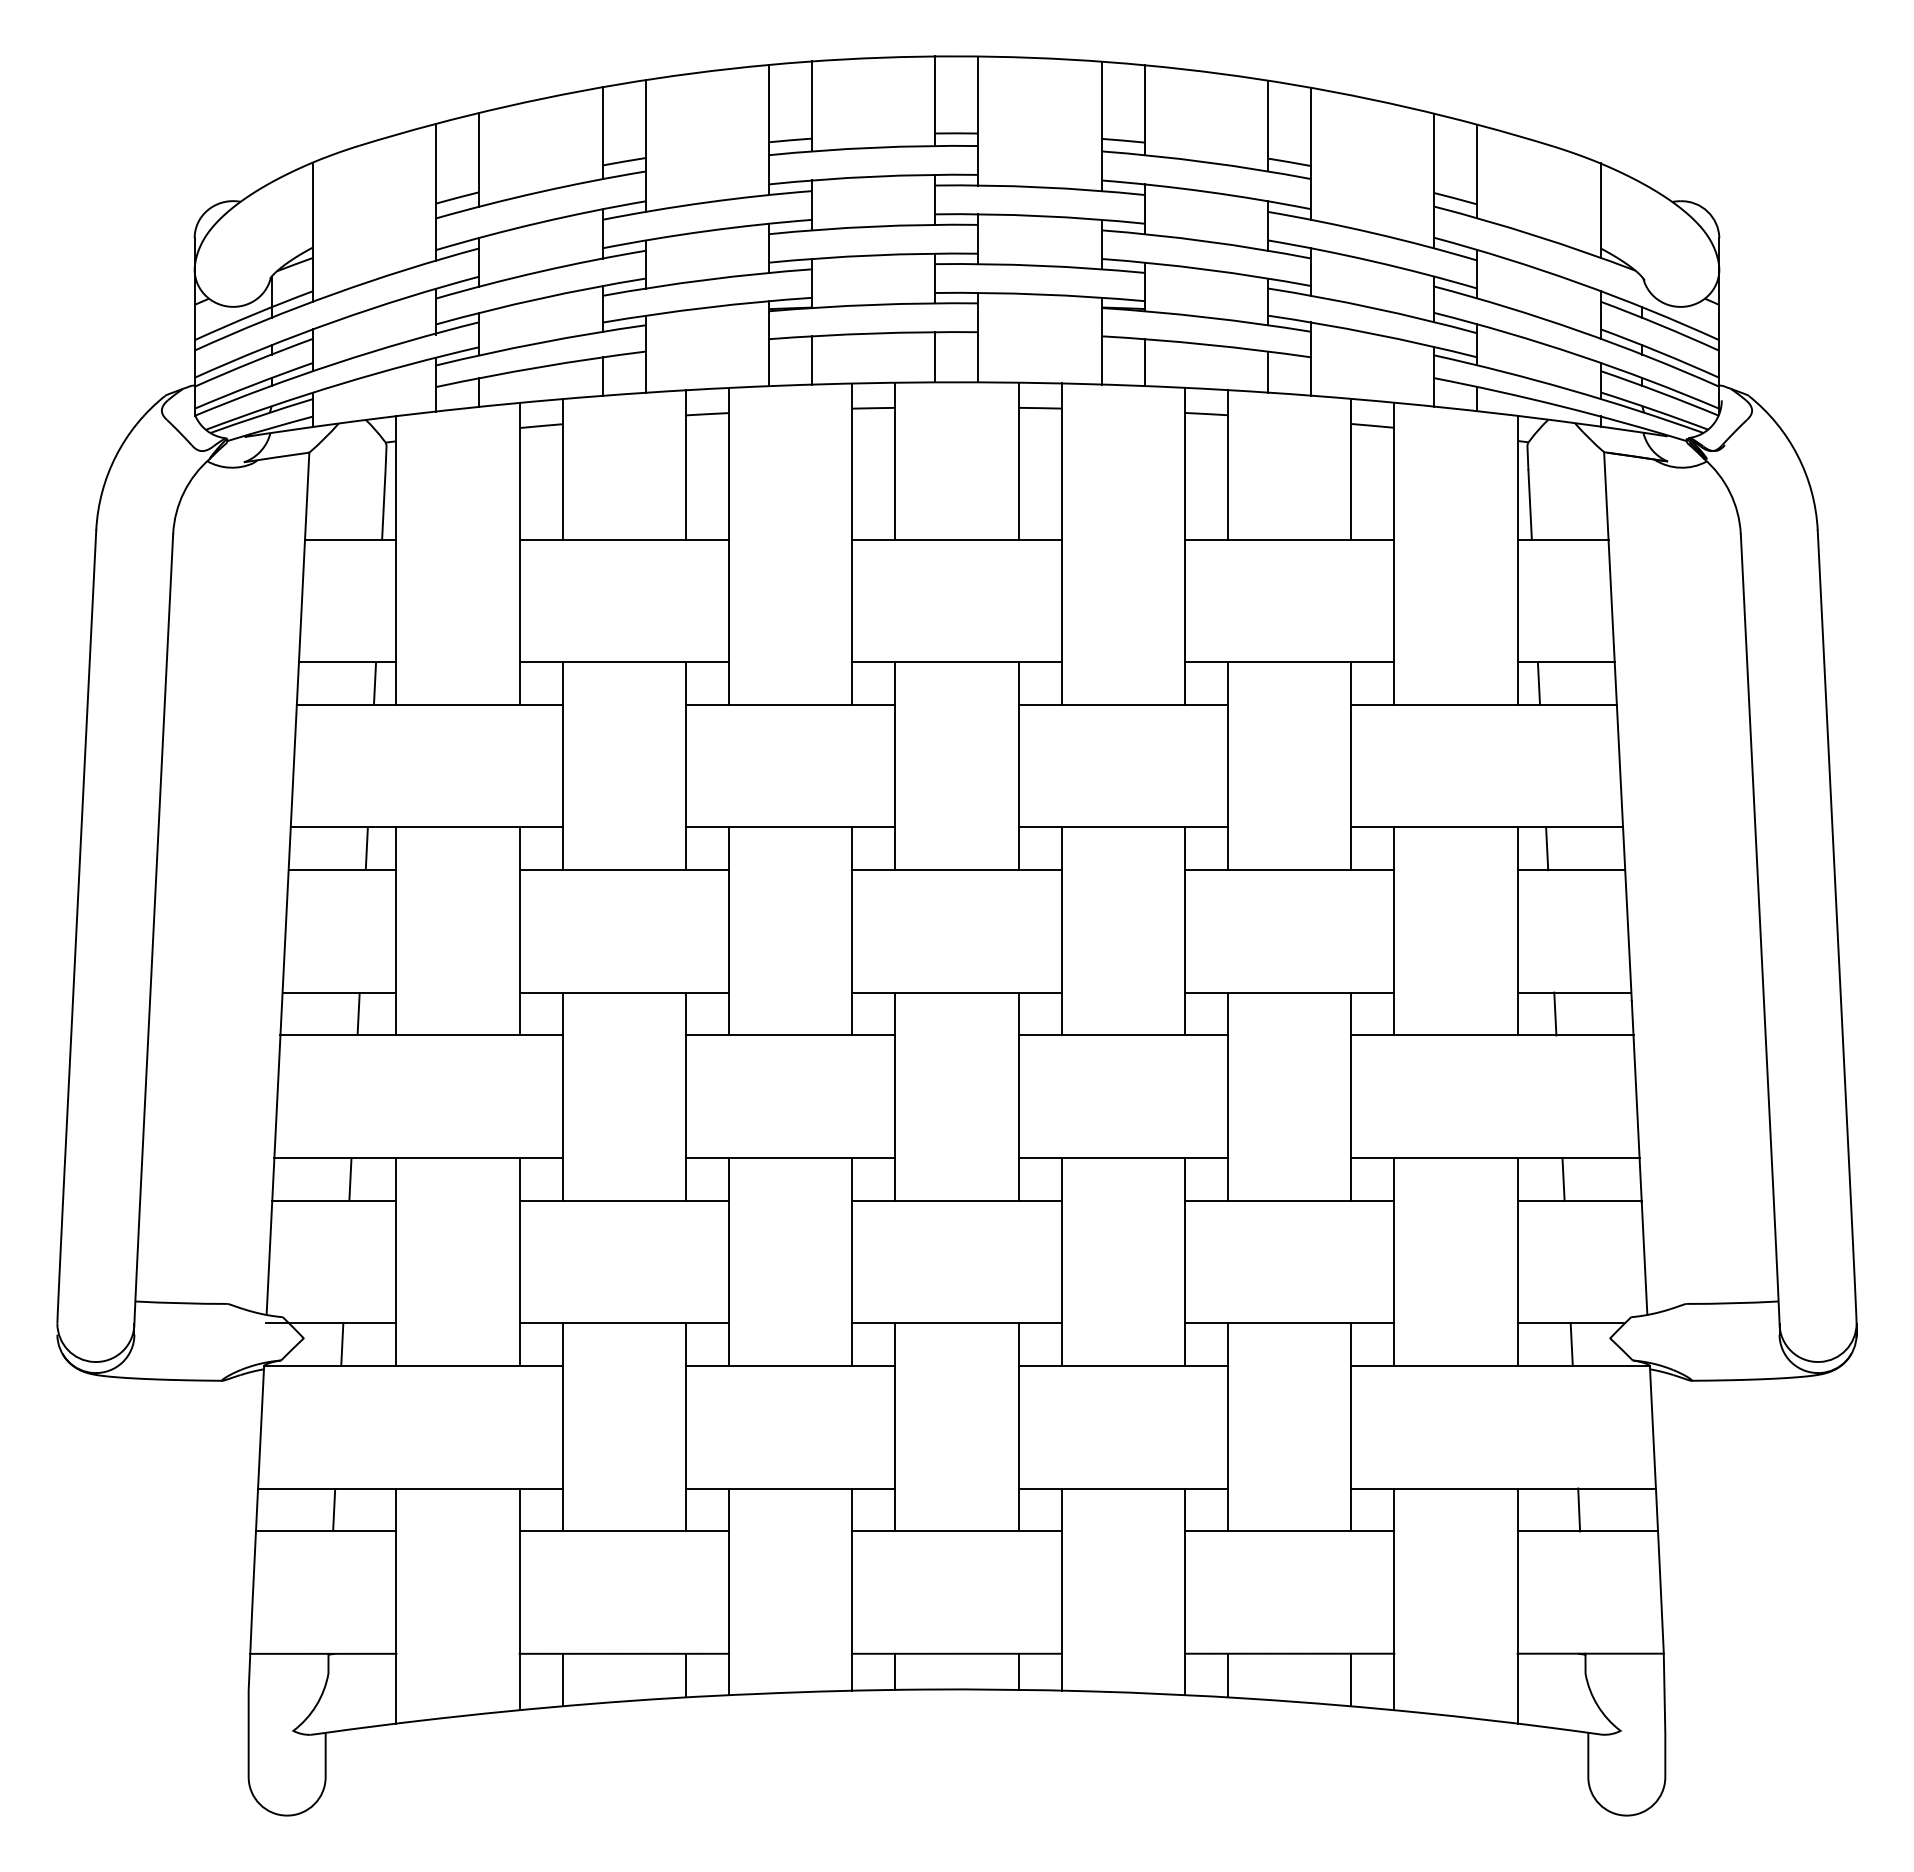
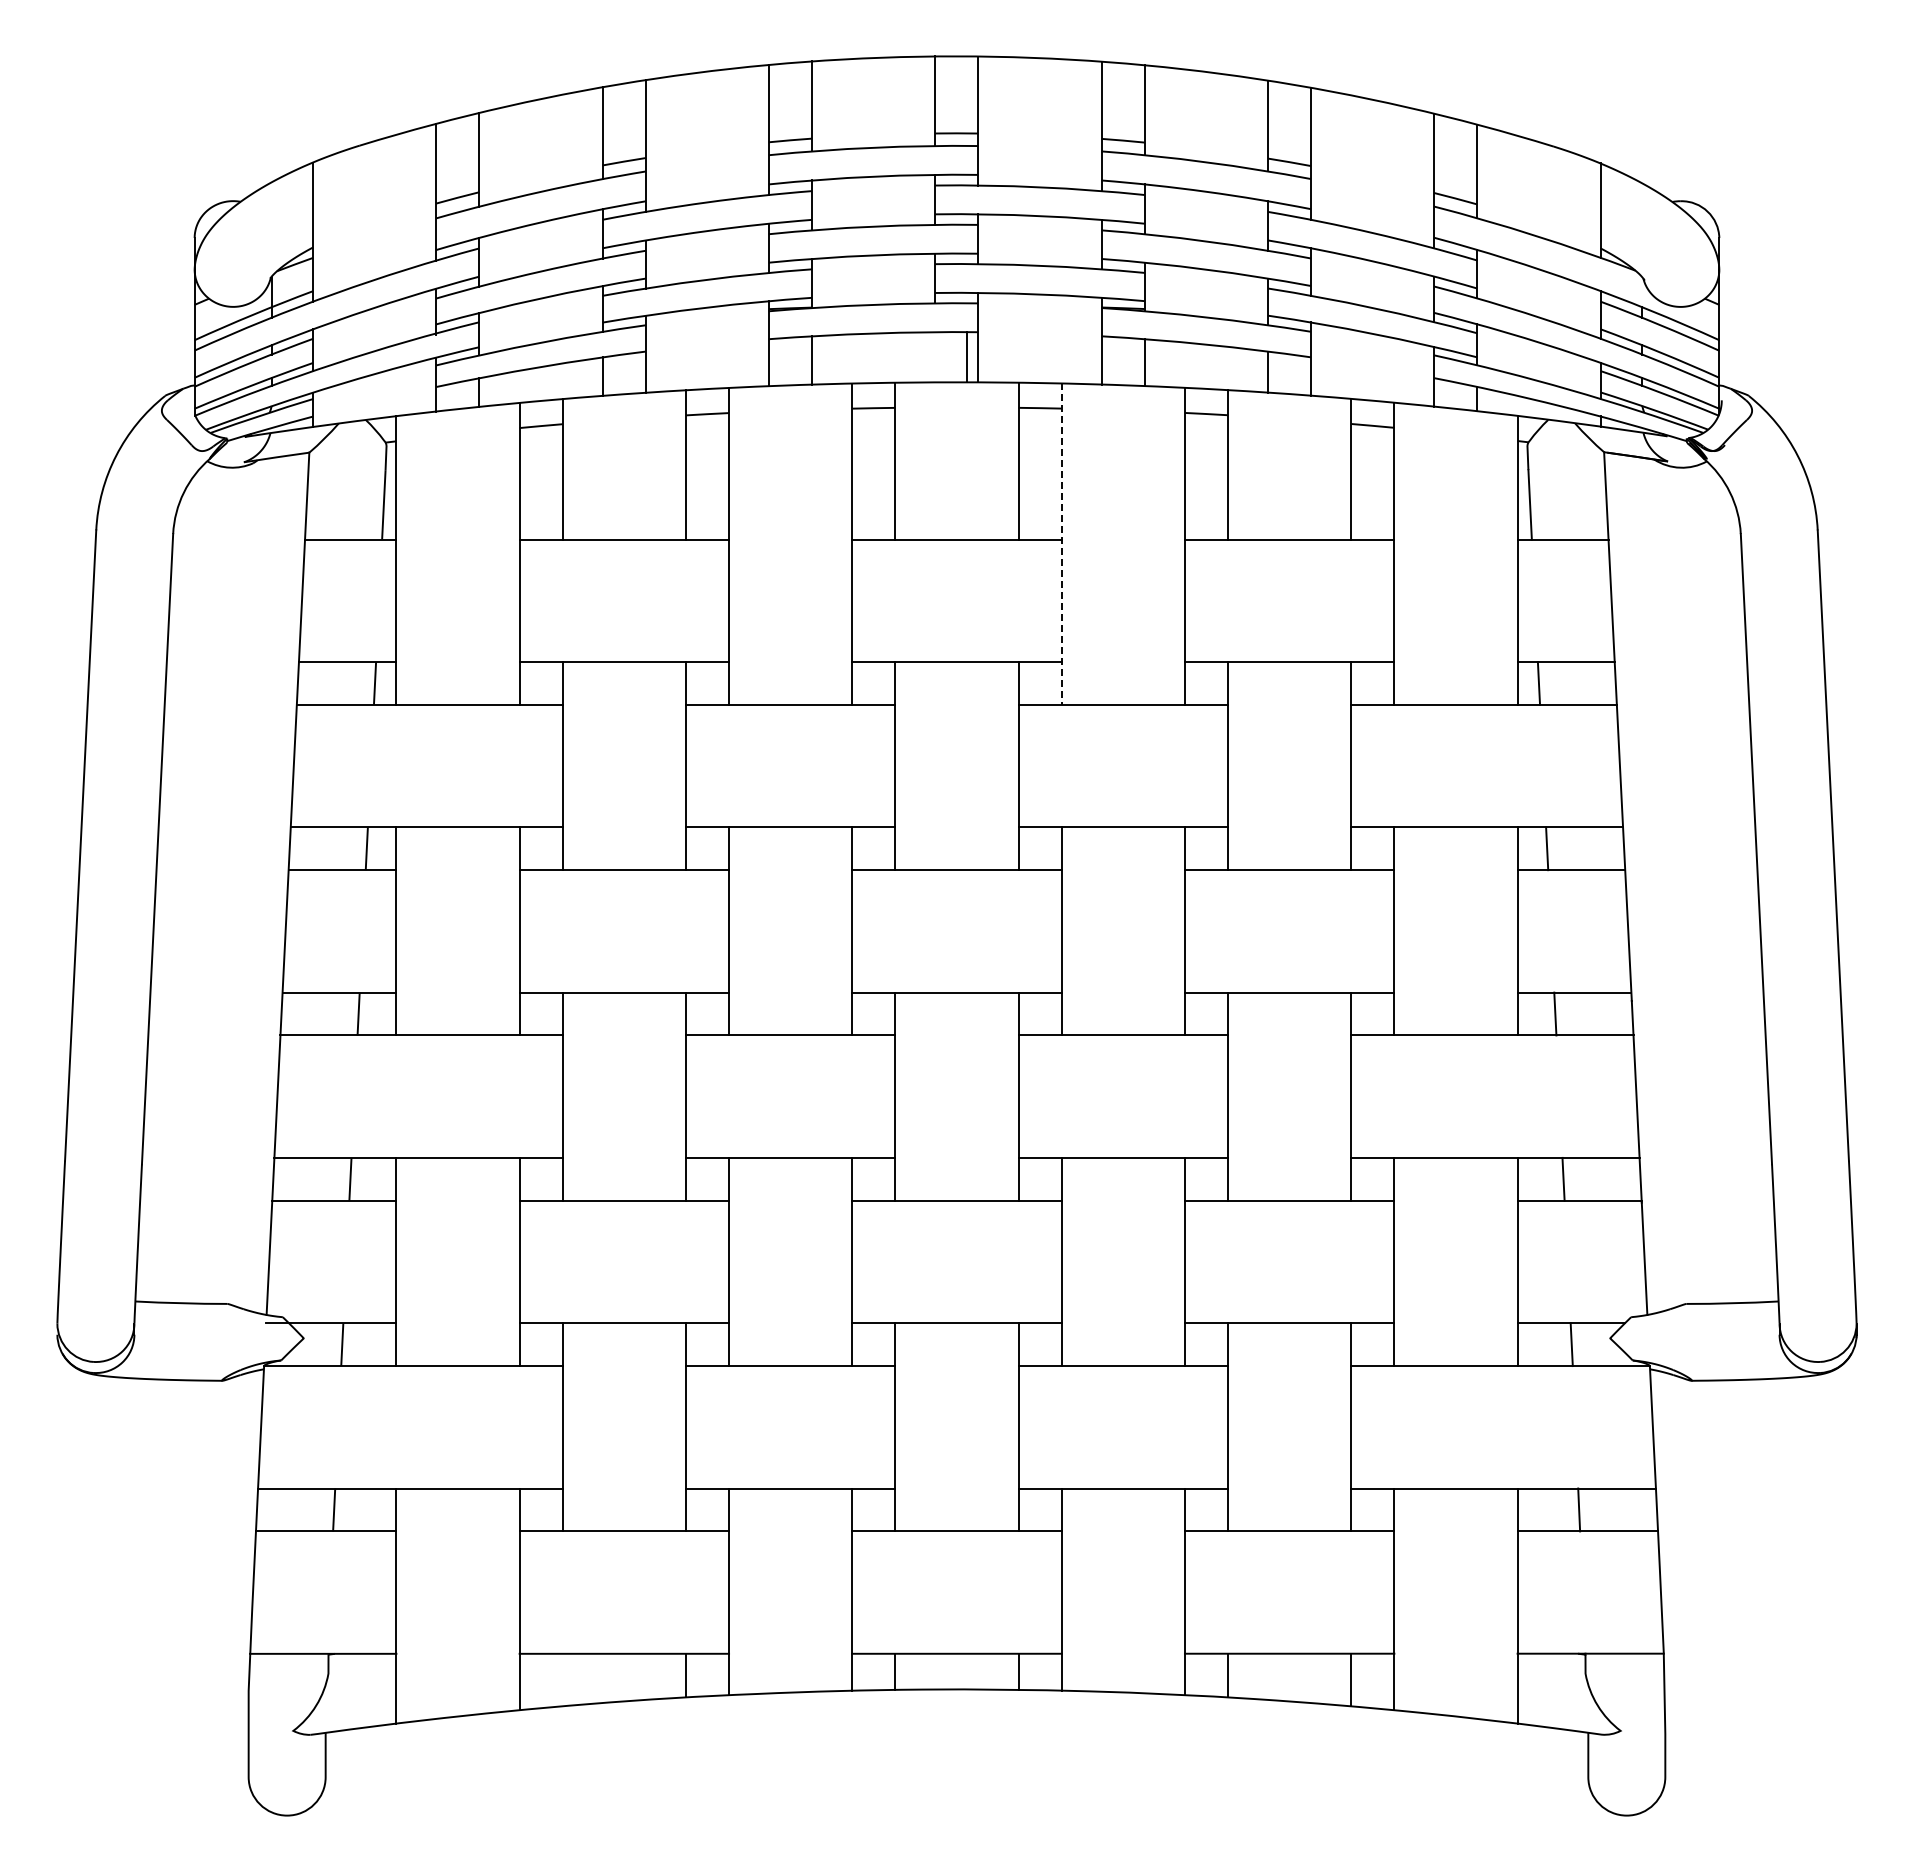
line at (935, 357) position: (935, 357) -> (967, 357)
line at (1061, 544): solid -> dashed
line at (562, 1679): present -> none
